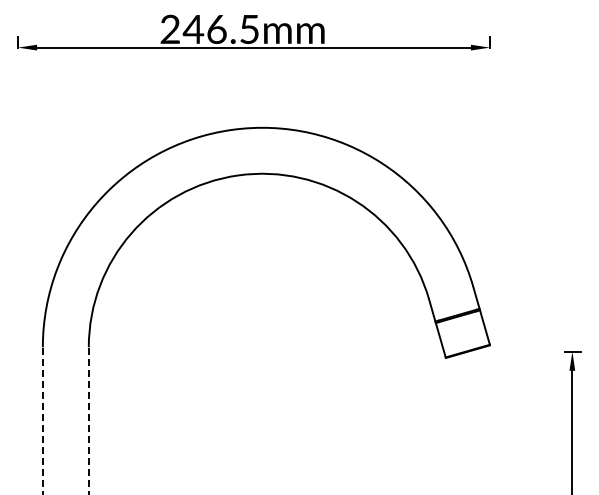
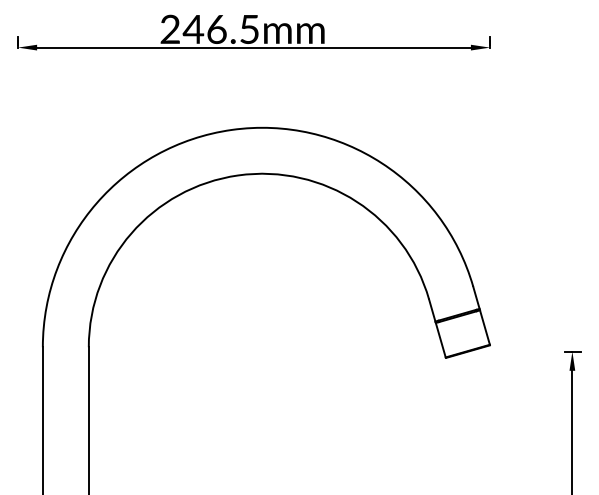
line at (42, 420): dashed -> solid
line at (88, 420): dashed -> solid
